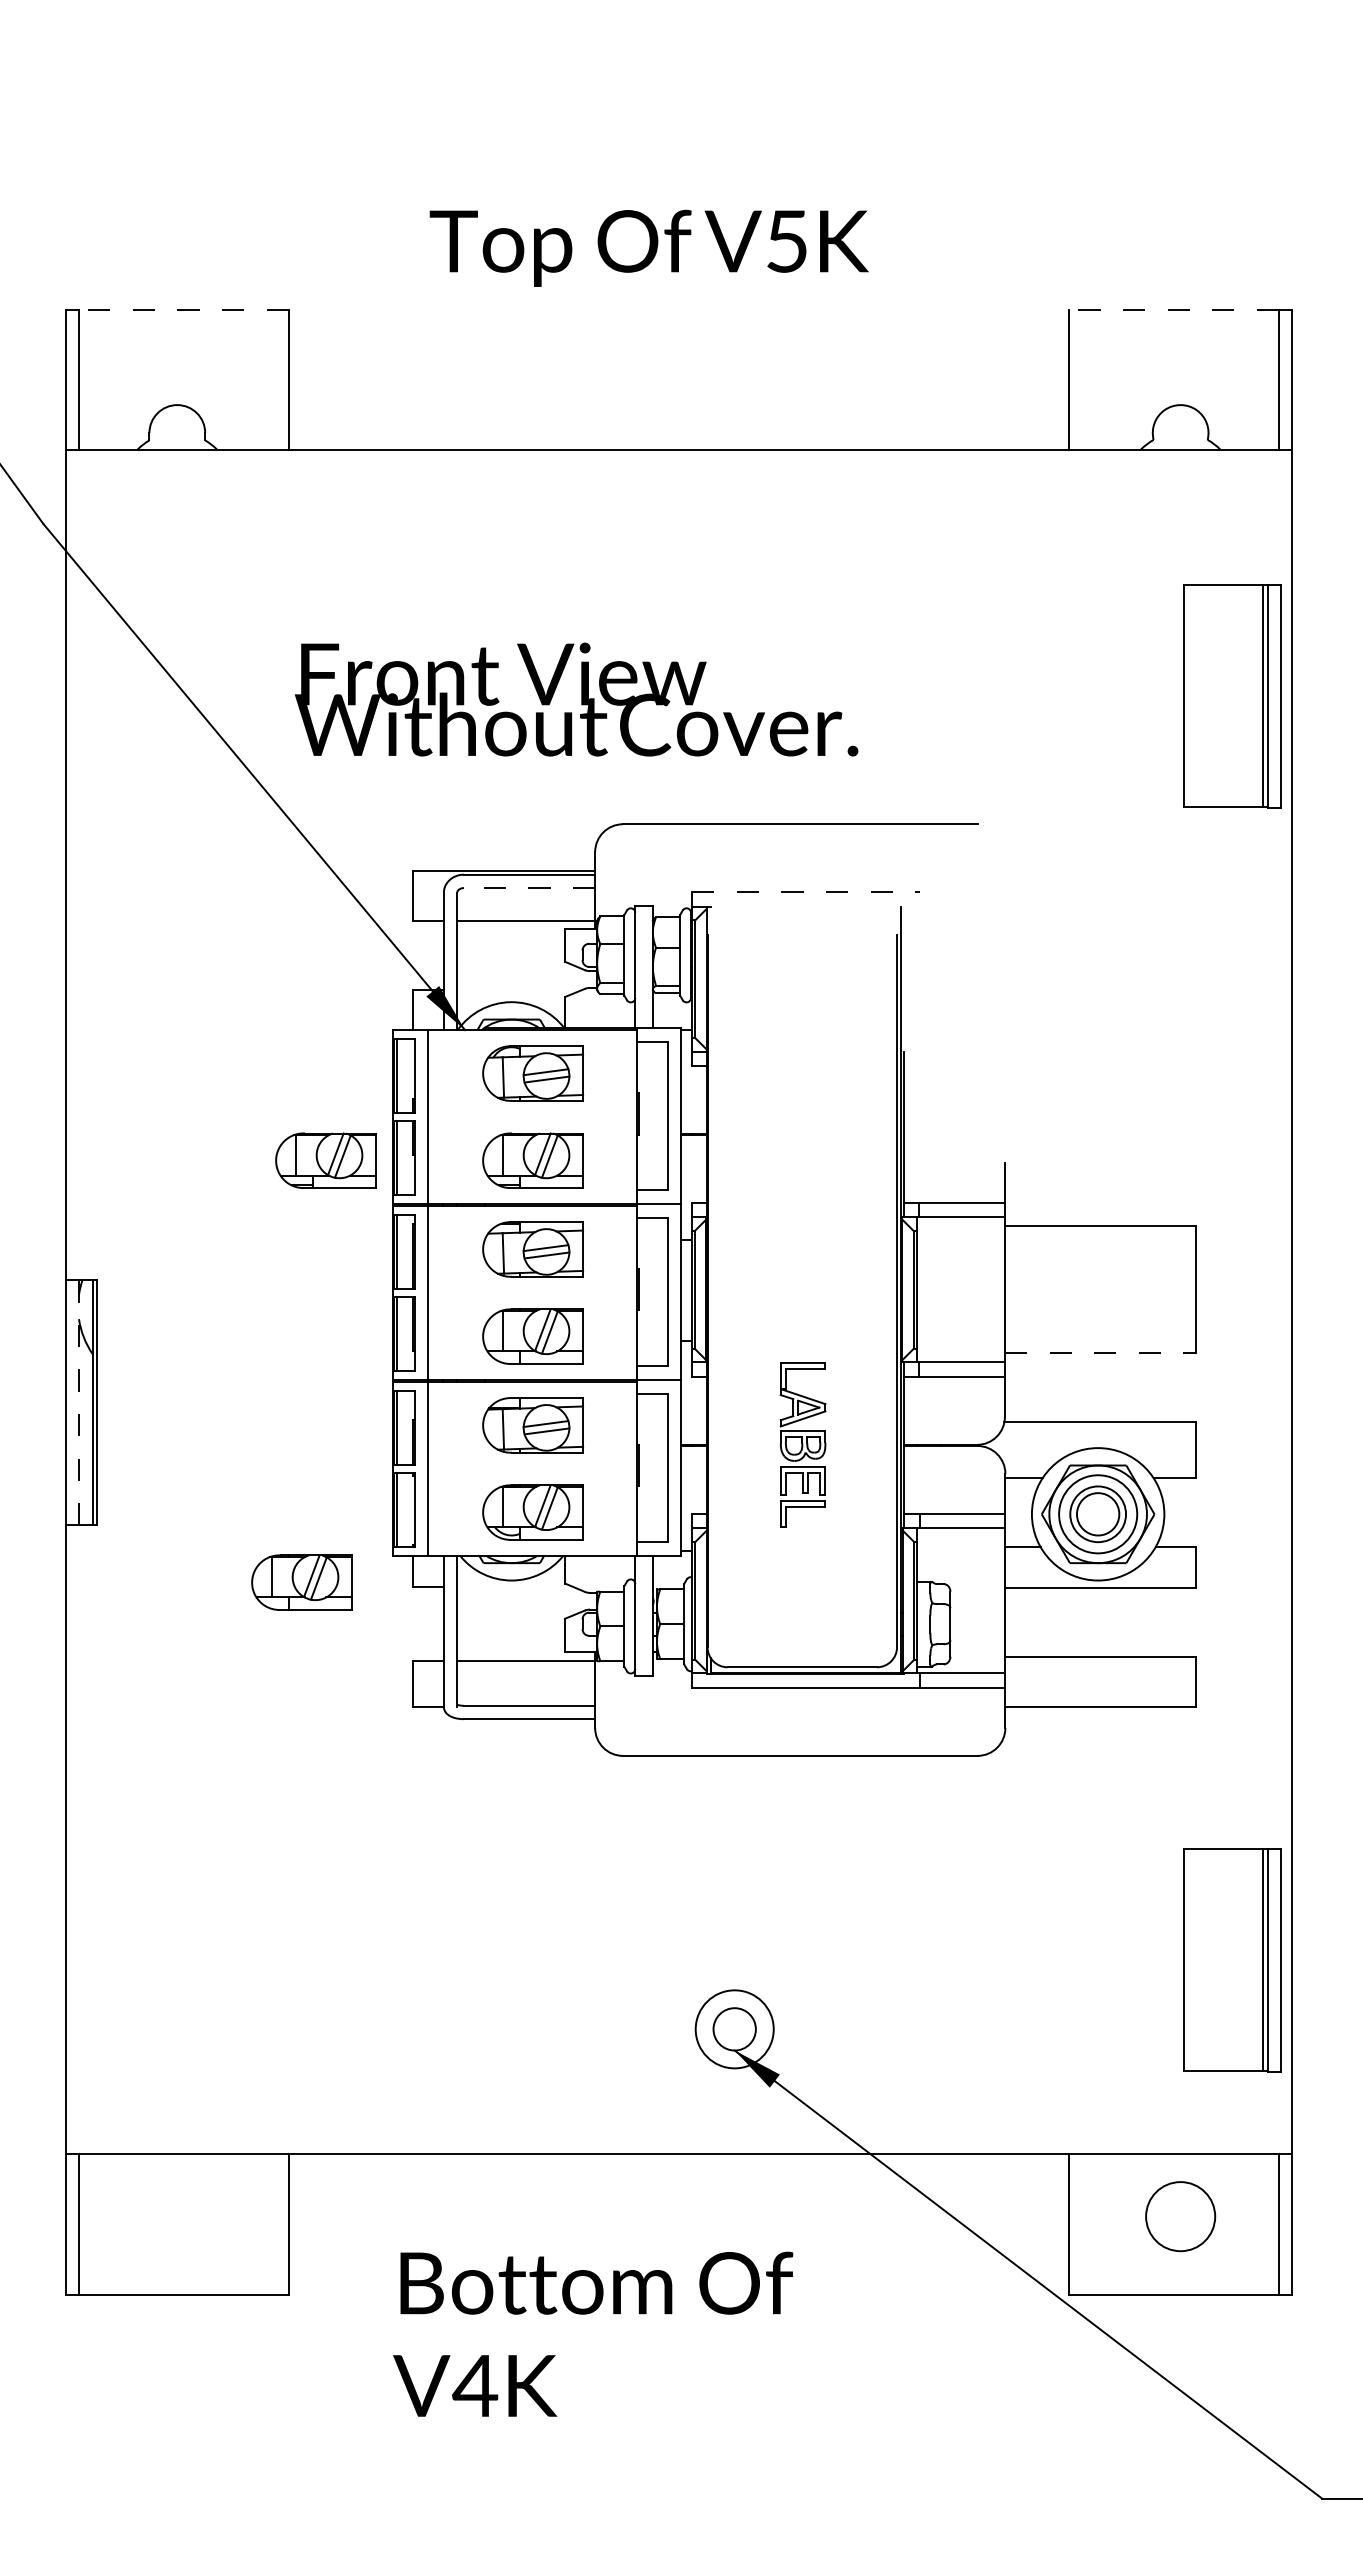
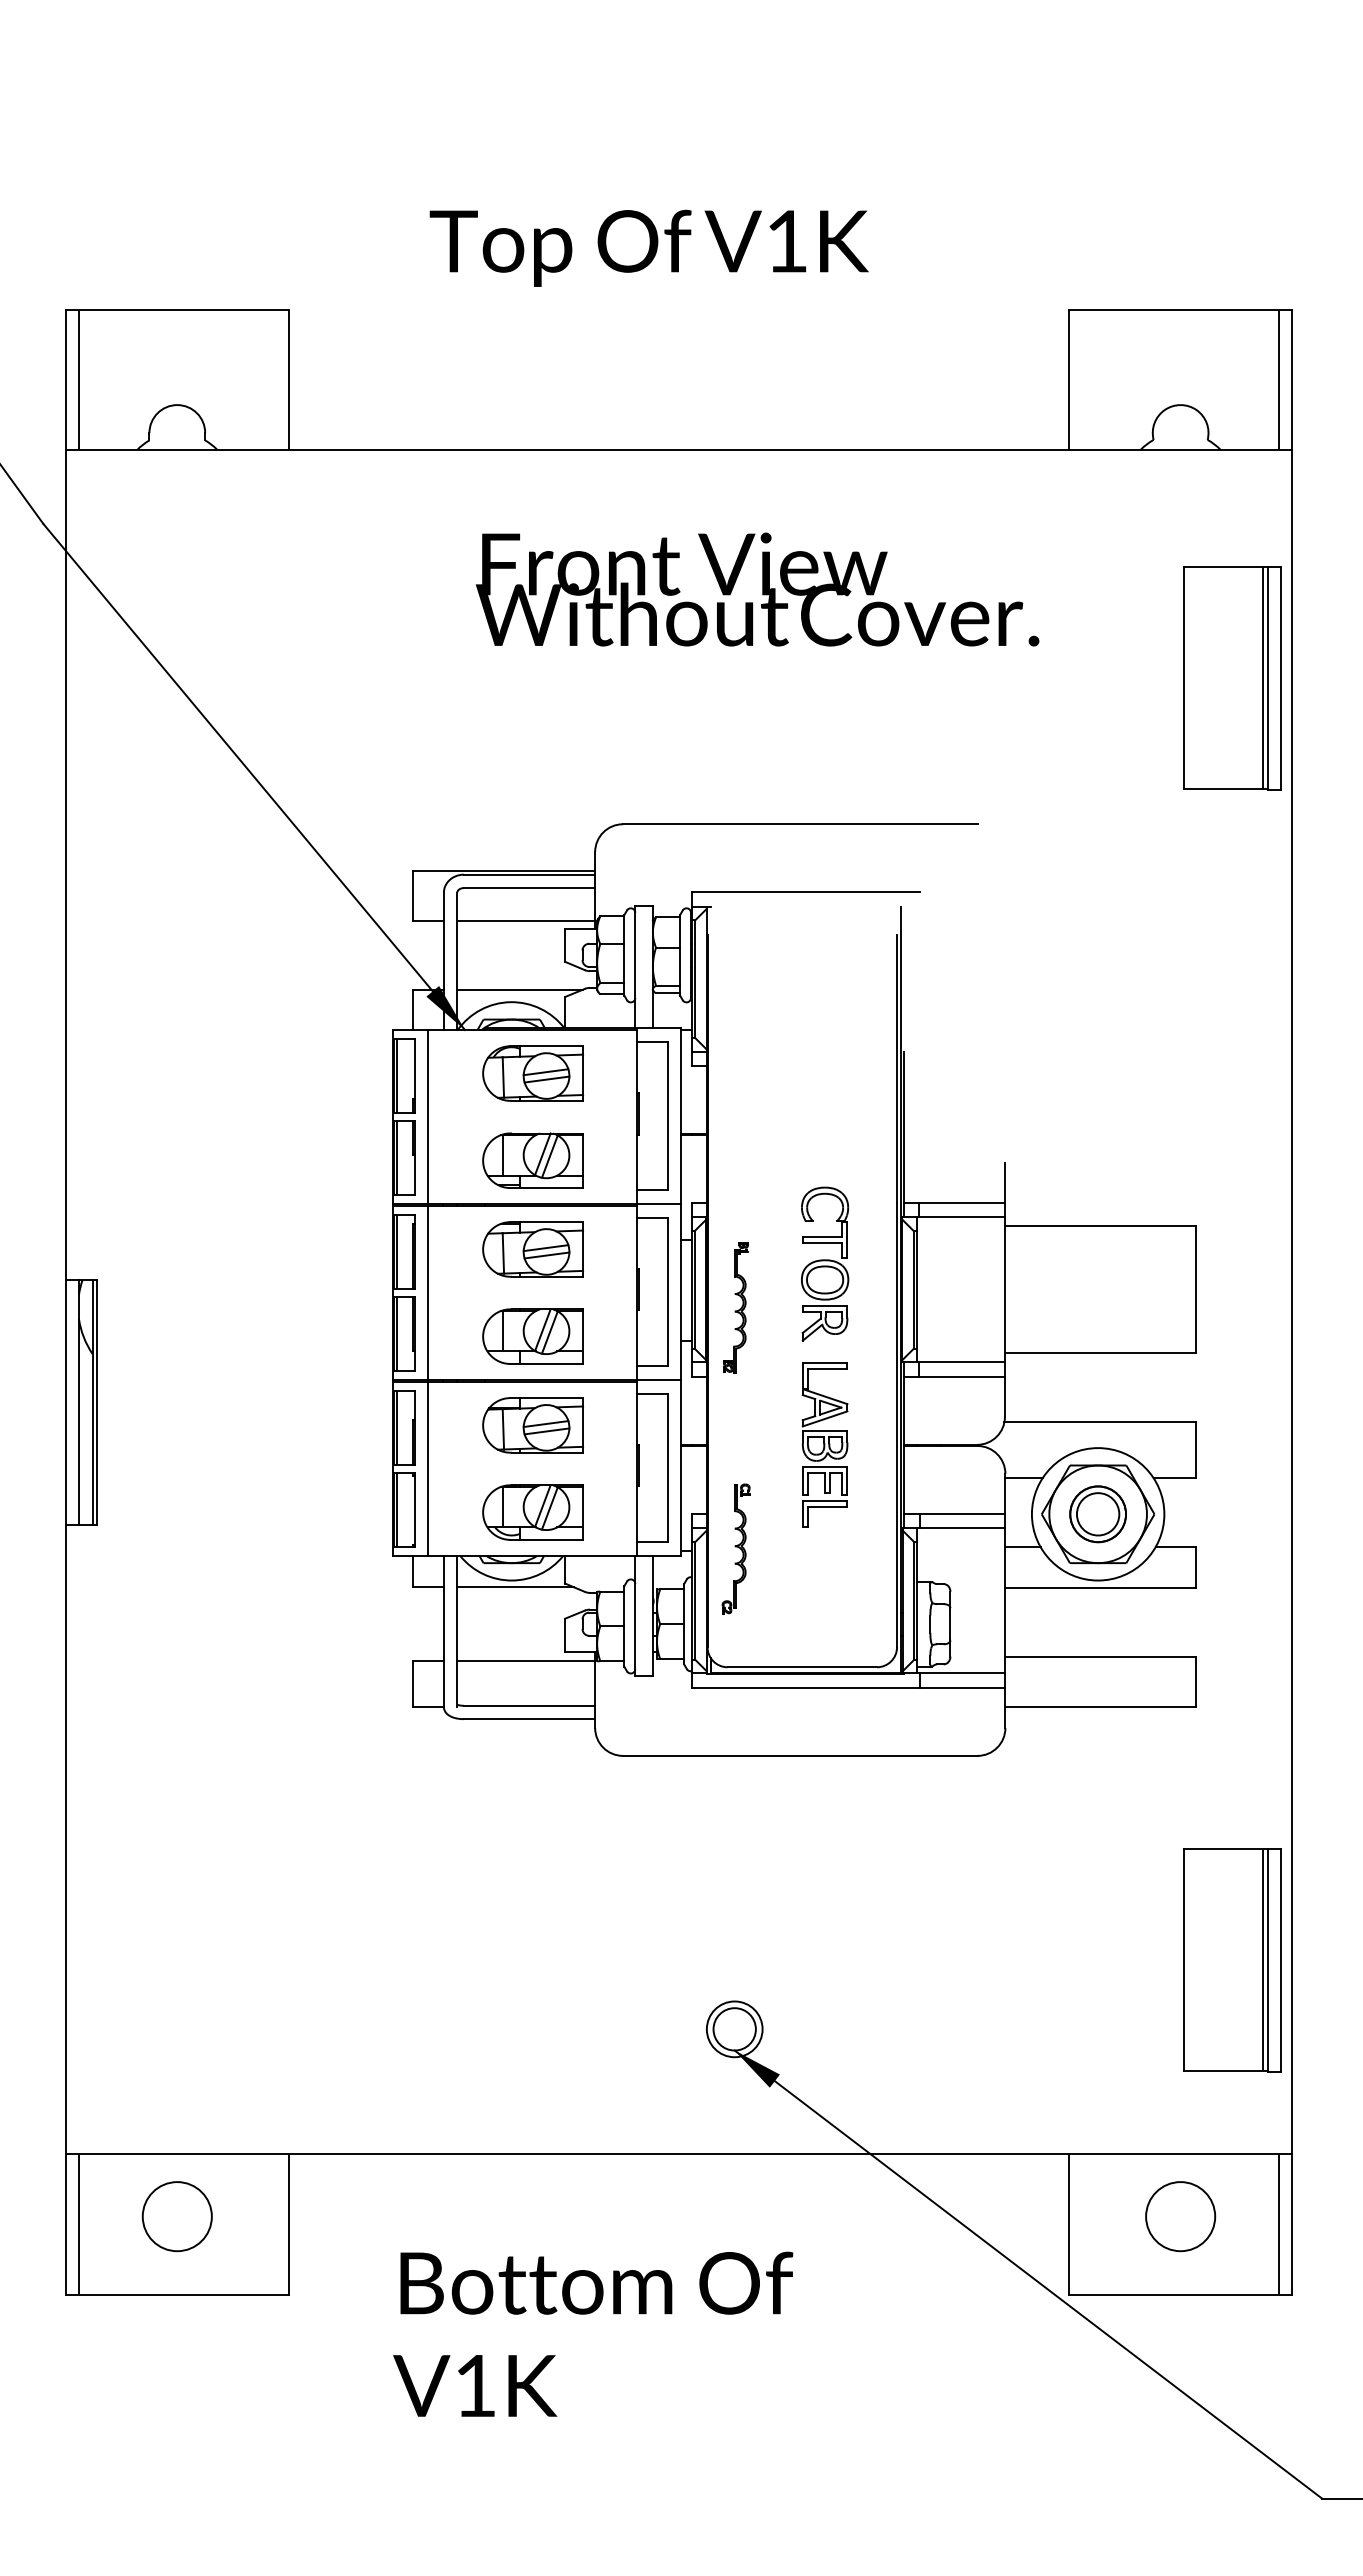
text at (786, 241): V5K -> V1K
line at (183, 310): dashed -> solid
line at (1174, 310): dashed -> solid
part at (1232, 696) position: (1232, 696) -> (1232, 678)
text at (576, 699) position: (576, 699) -> (757, 589)
line at (529, 888): dashed -> solid
line at (805, 892): dashed -> solid
line at (519, 989): none -> present
part at (325, 1160): present -> none
part at (825, 1263): none -> present
part at (735, 1307): none -> present
line at (1100, 1353): dashed -> solid
line at (79, 1402): dashed -> solid
part at (802, 1444) position: (802, 1444) -> (824, 1444)
circle at (1098, 1514) diameter: 78 px -> 56 px
part at (735, 1548): none -> present
part at (301, 1582): present -> none
line at (515, 1587): none -> present
circle at (734, 2029) diameter: 78 px -> 56 px
circle at (176, 2216): none -> present
text at (475, 2385): V4K -> V1K
